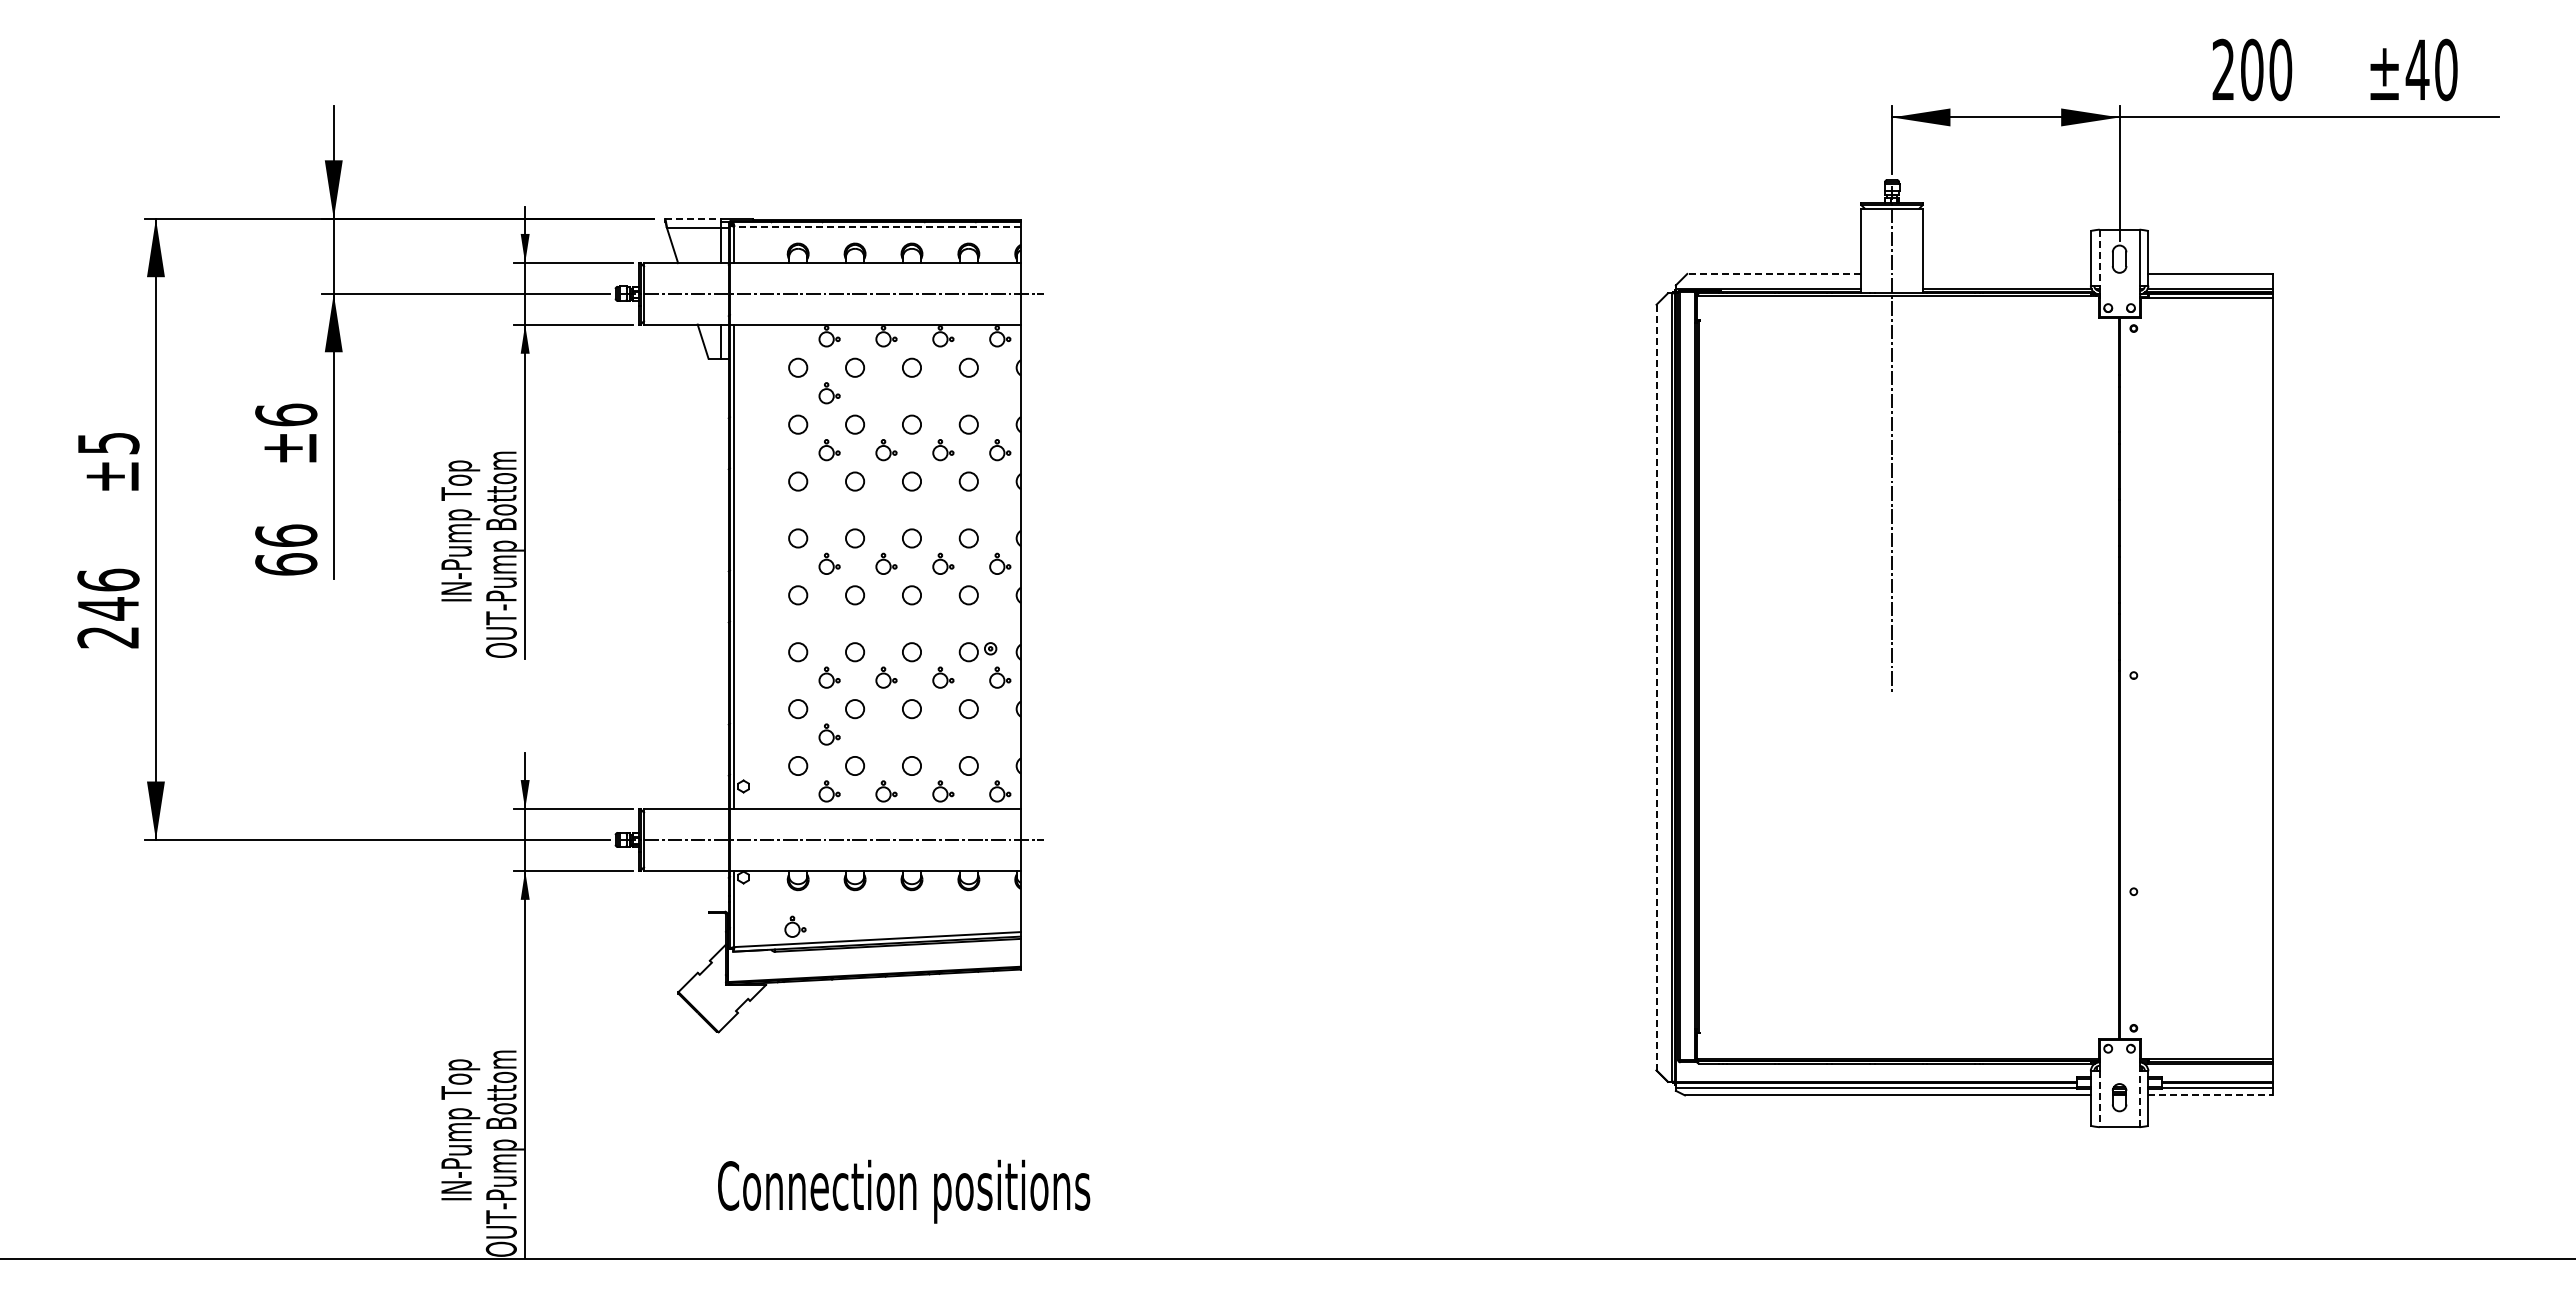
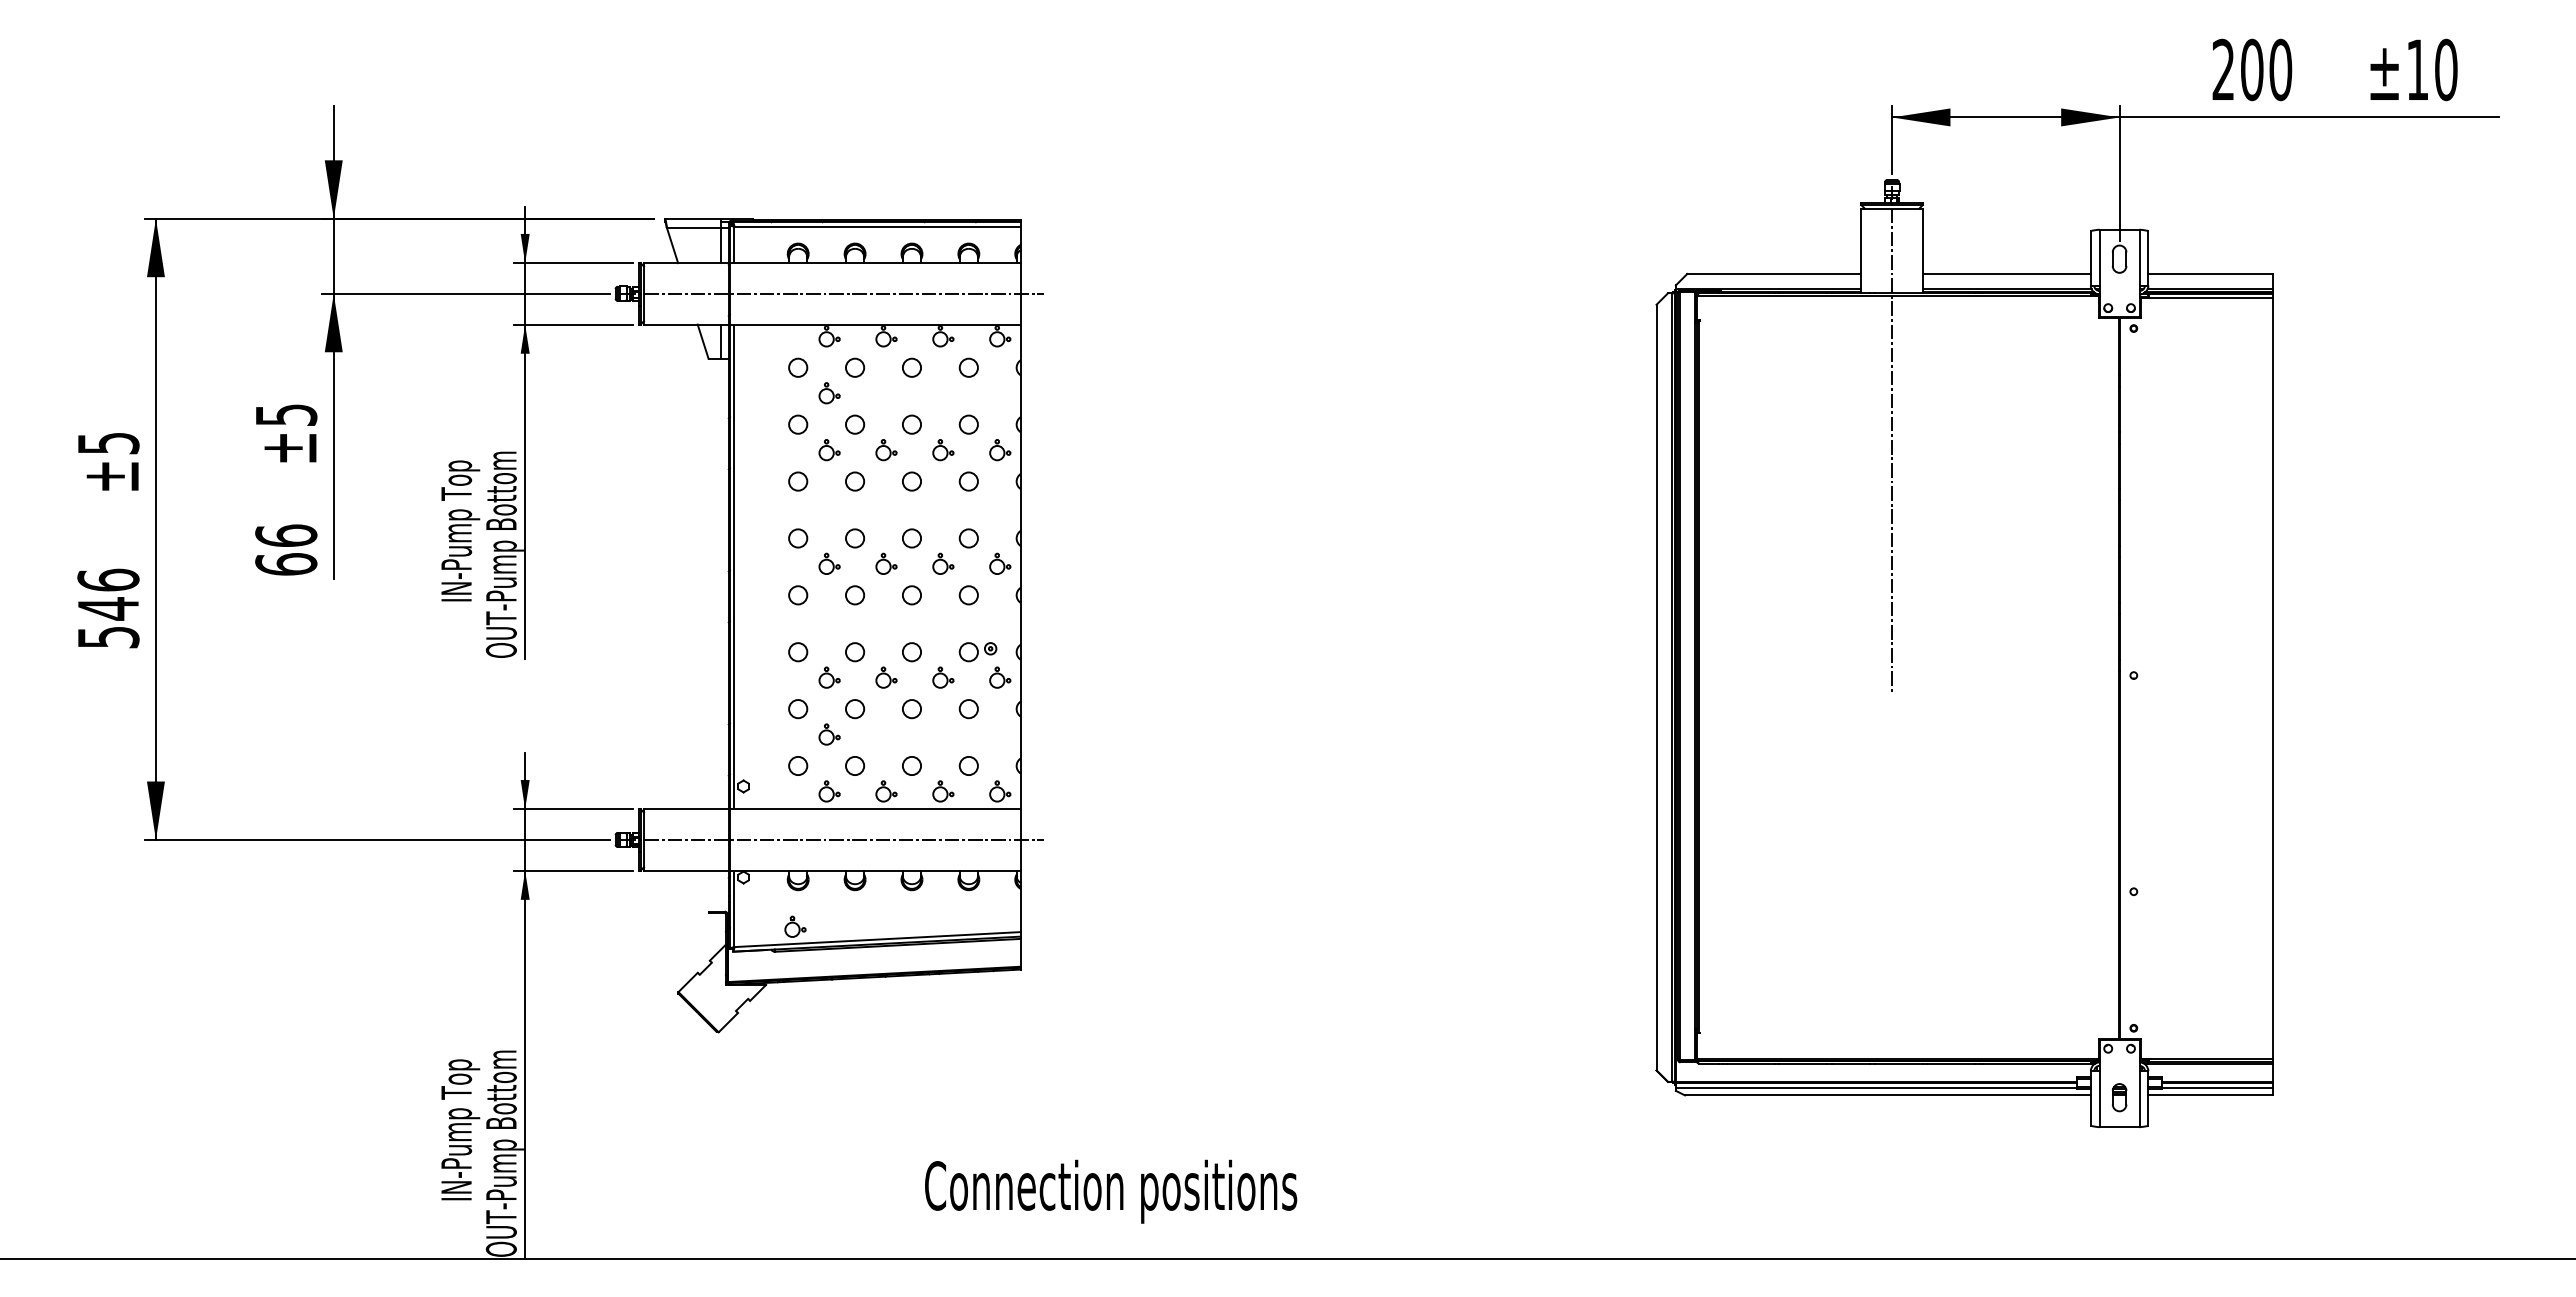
text at (2417, 69): ±40 -> ±10
line at (693, 218): dashed -> solid
line at (877, 226): dashed -> solid
line at (2099, 257): dashed -> solid
line at (1773, 273): dashed -> solid
line at (2006, 273): none -> present
text at (286, 414): ±6 -> ±5
text at (108, 637): 246 -> 546
line at (1656, 687): dashed -> solid
line at (2211, 1095): dashed -> solid
line at (2099, 1099): dashed -> solid
line at (2139, 1099): dashed -> solid
text at (904, 1191) position: (904, 1191) -> (1111, 1191)
